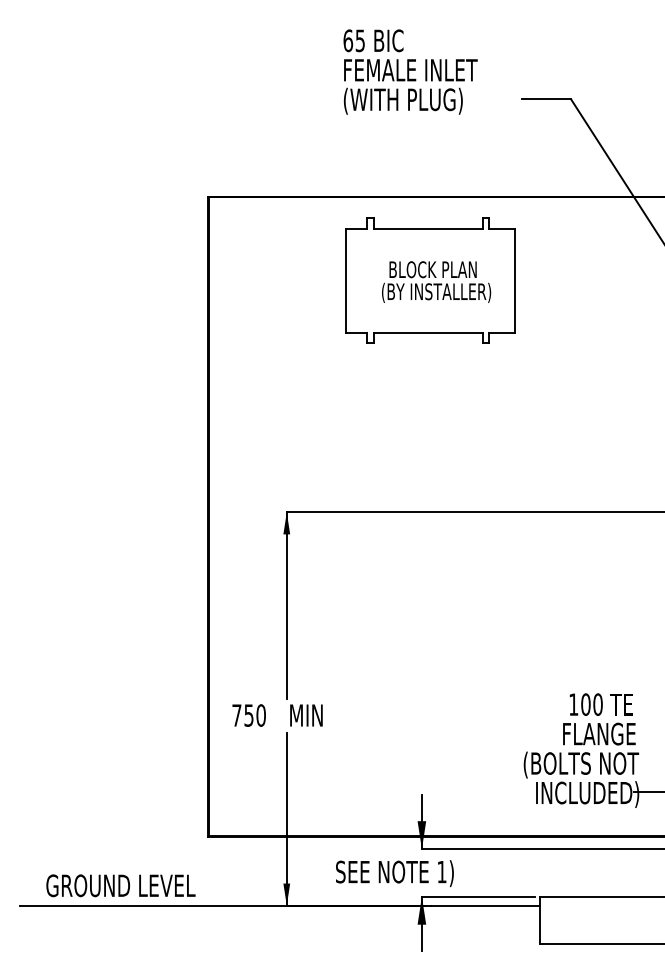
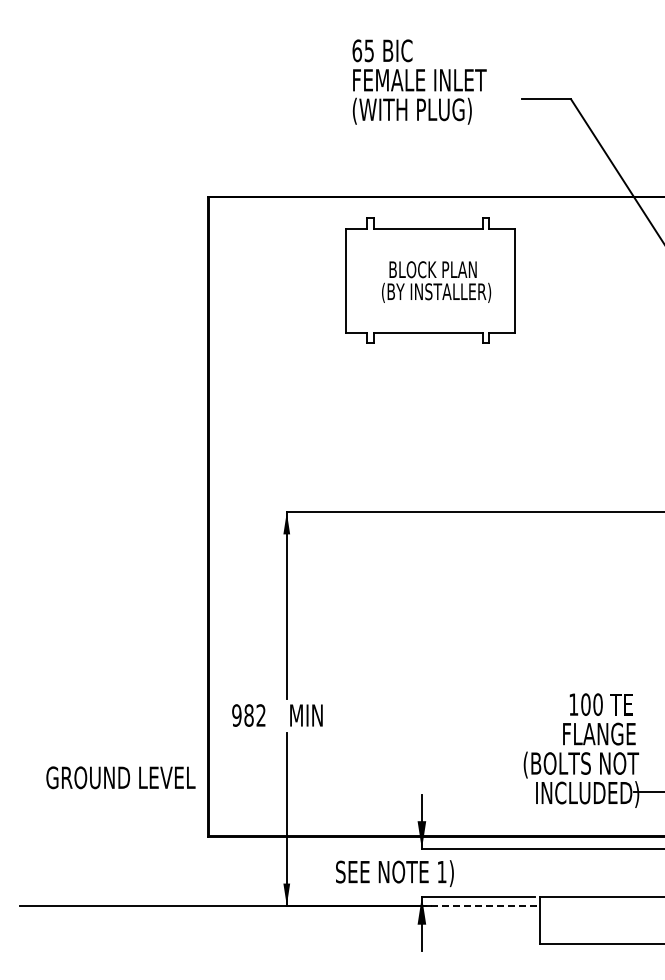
text at (410, 71) position: (410, 71) -> (419, 81)
text at (248, 715): 750 -> 982
text at (120, 885) position: (120, 885) -> (120, 777)
line at (485, 905): solid -> dashed
